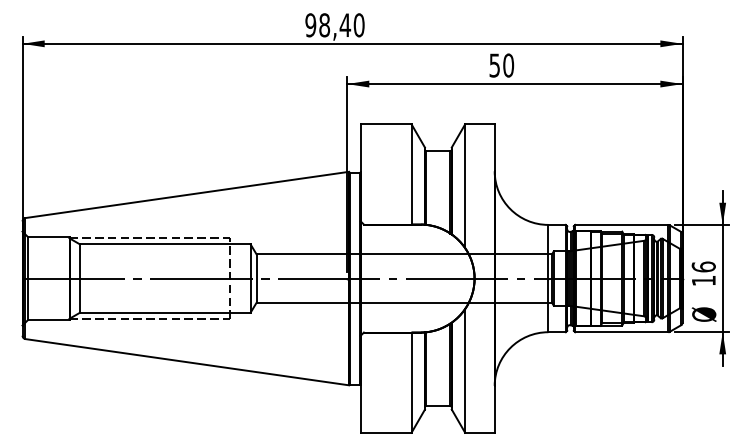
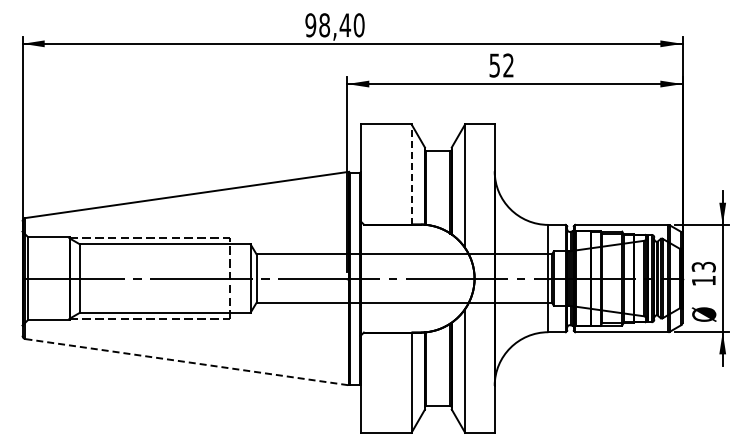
text at (508, 65): 50 -> 52
line at (411, 173): solid -> dashed
text at (703, 266): 16 -> 13
line at (187, 362): solid -> dashed
